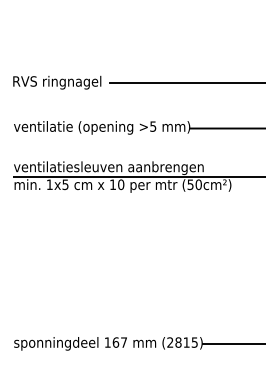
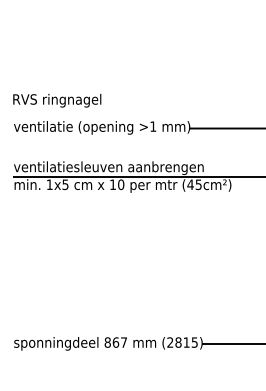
text at (57, 82) position: (57, 82) -> (57, 100)
line at (185, 82): present -> none
text at (153, 126): >5 -> >1
text at (194, 184): (50cm²) -> (45cm²)
text at (107, 342): 167 -> 867
